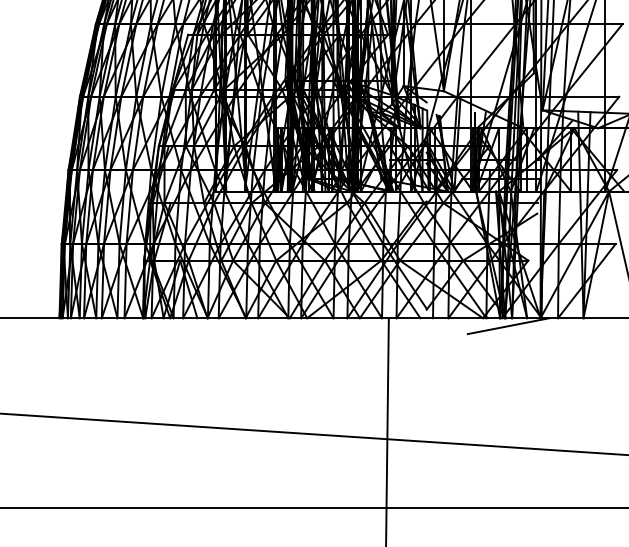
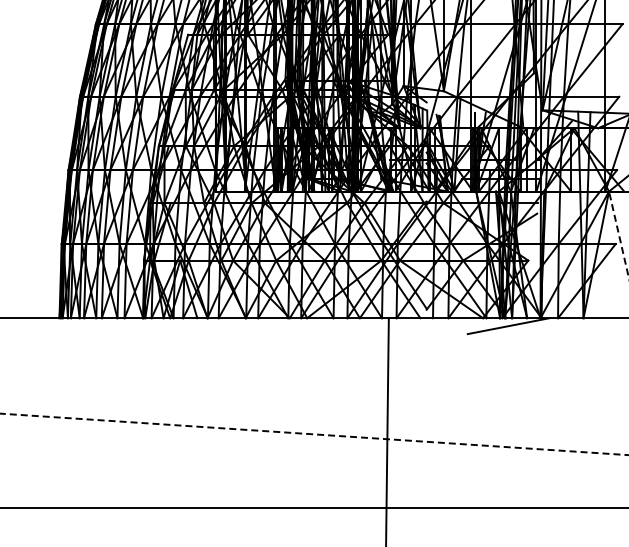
line at (618, 234): solid -> dashed
line at (314, 434): solid -> dashed
